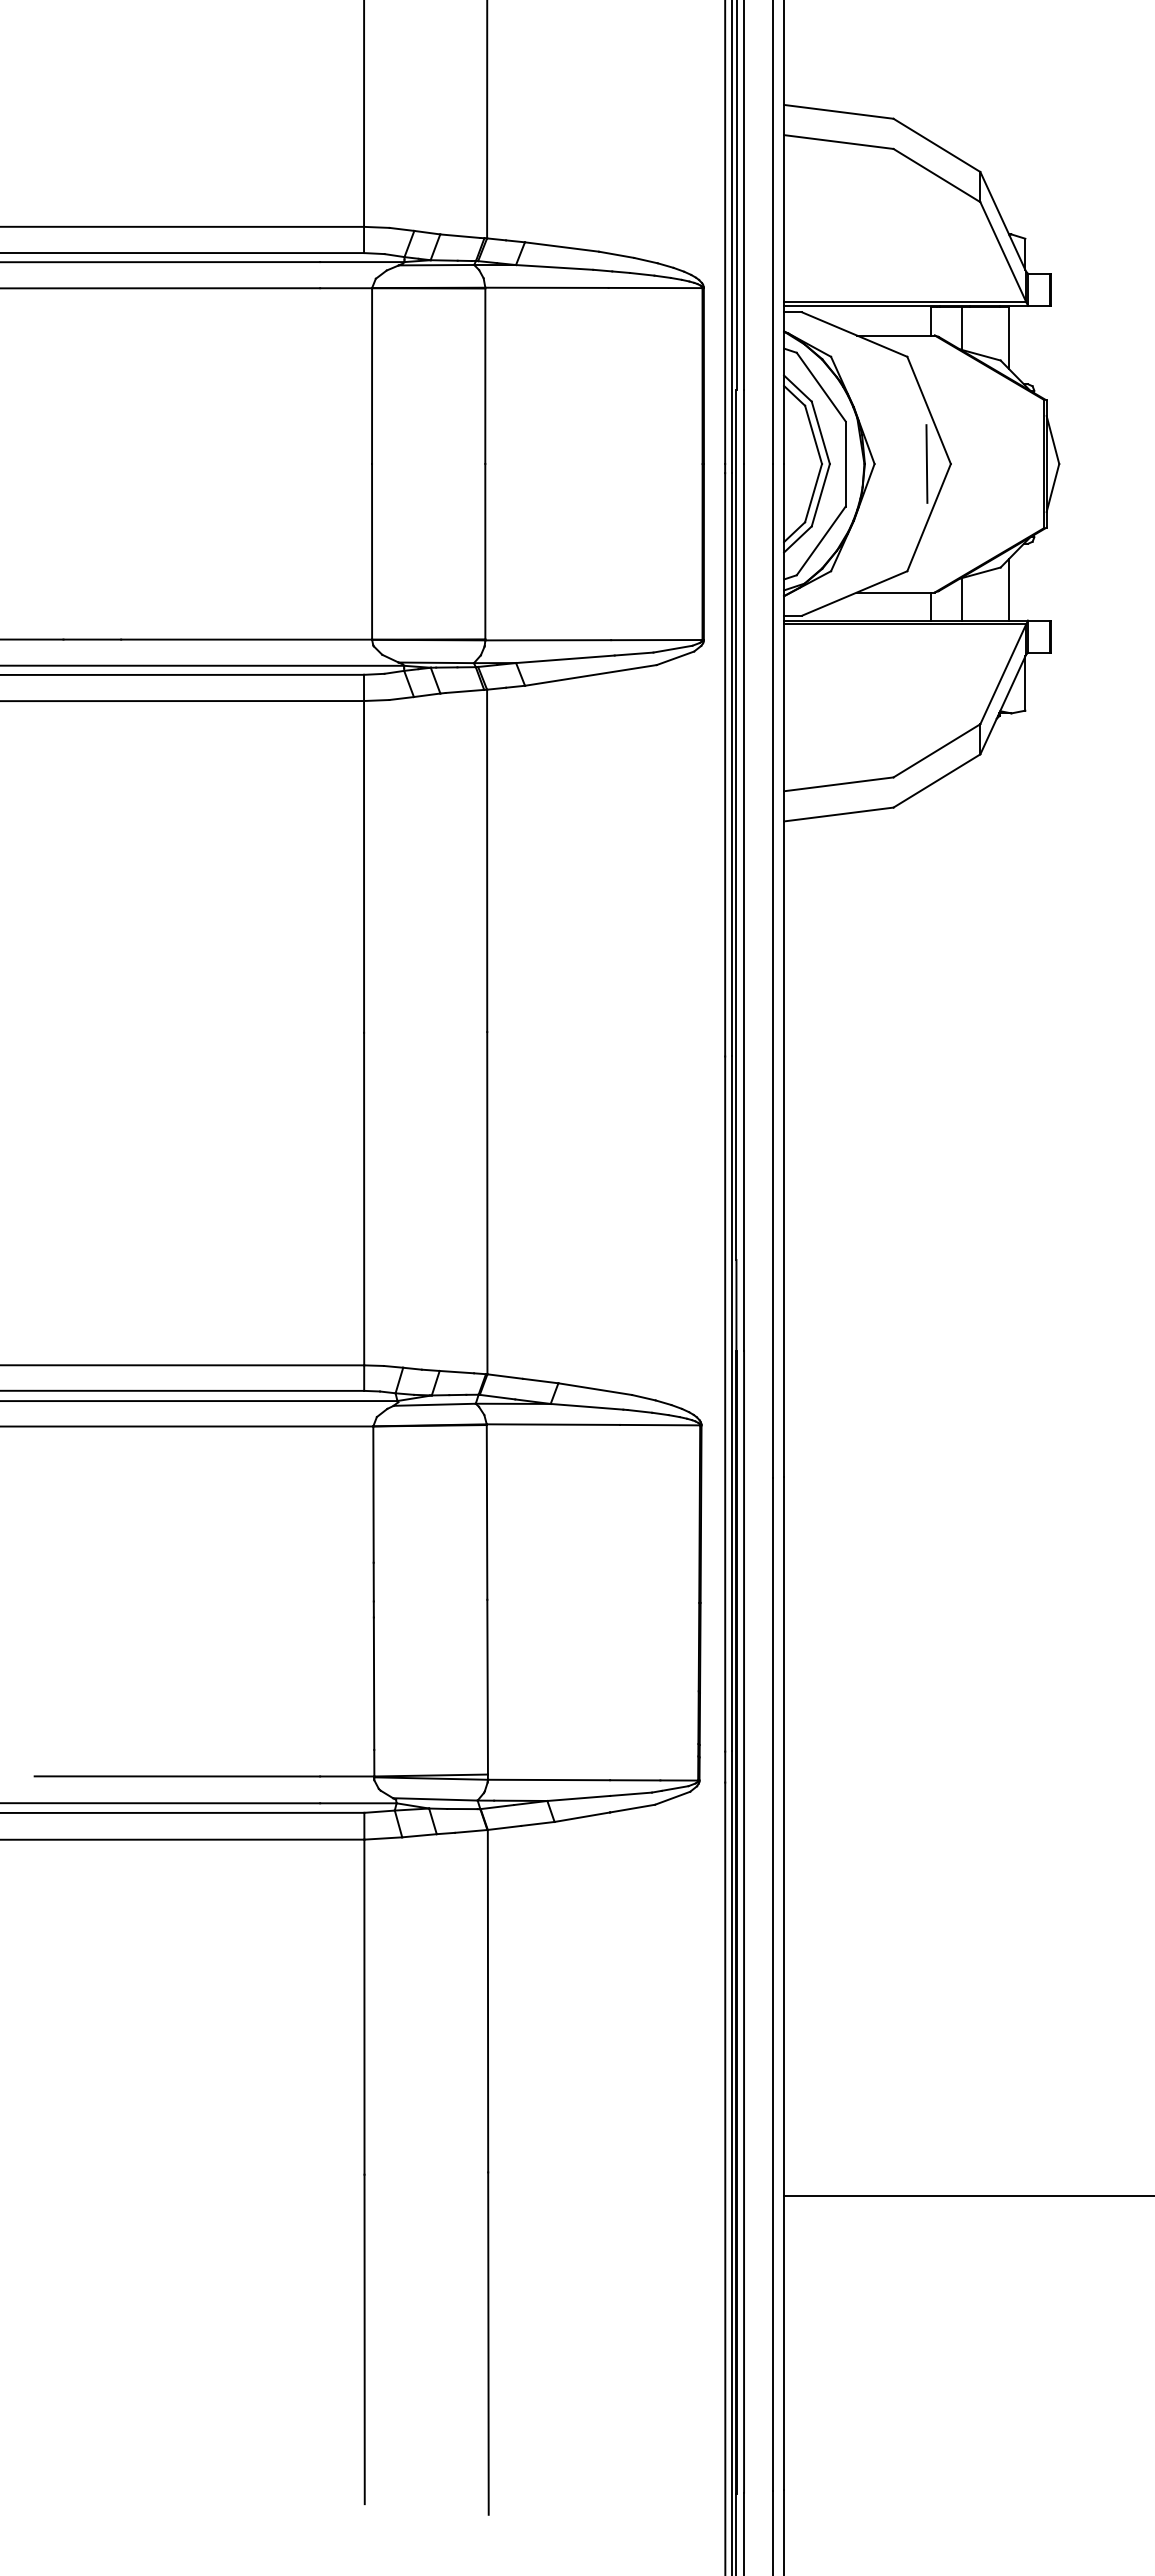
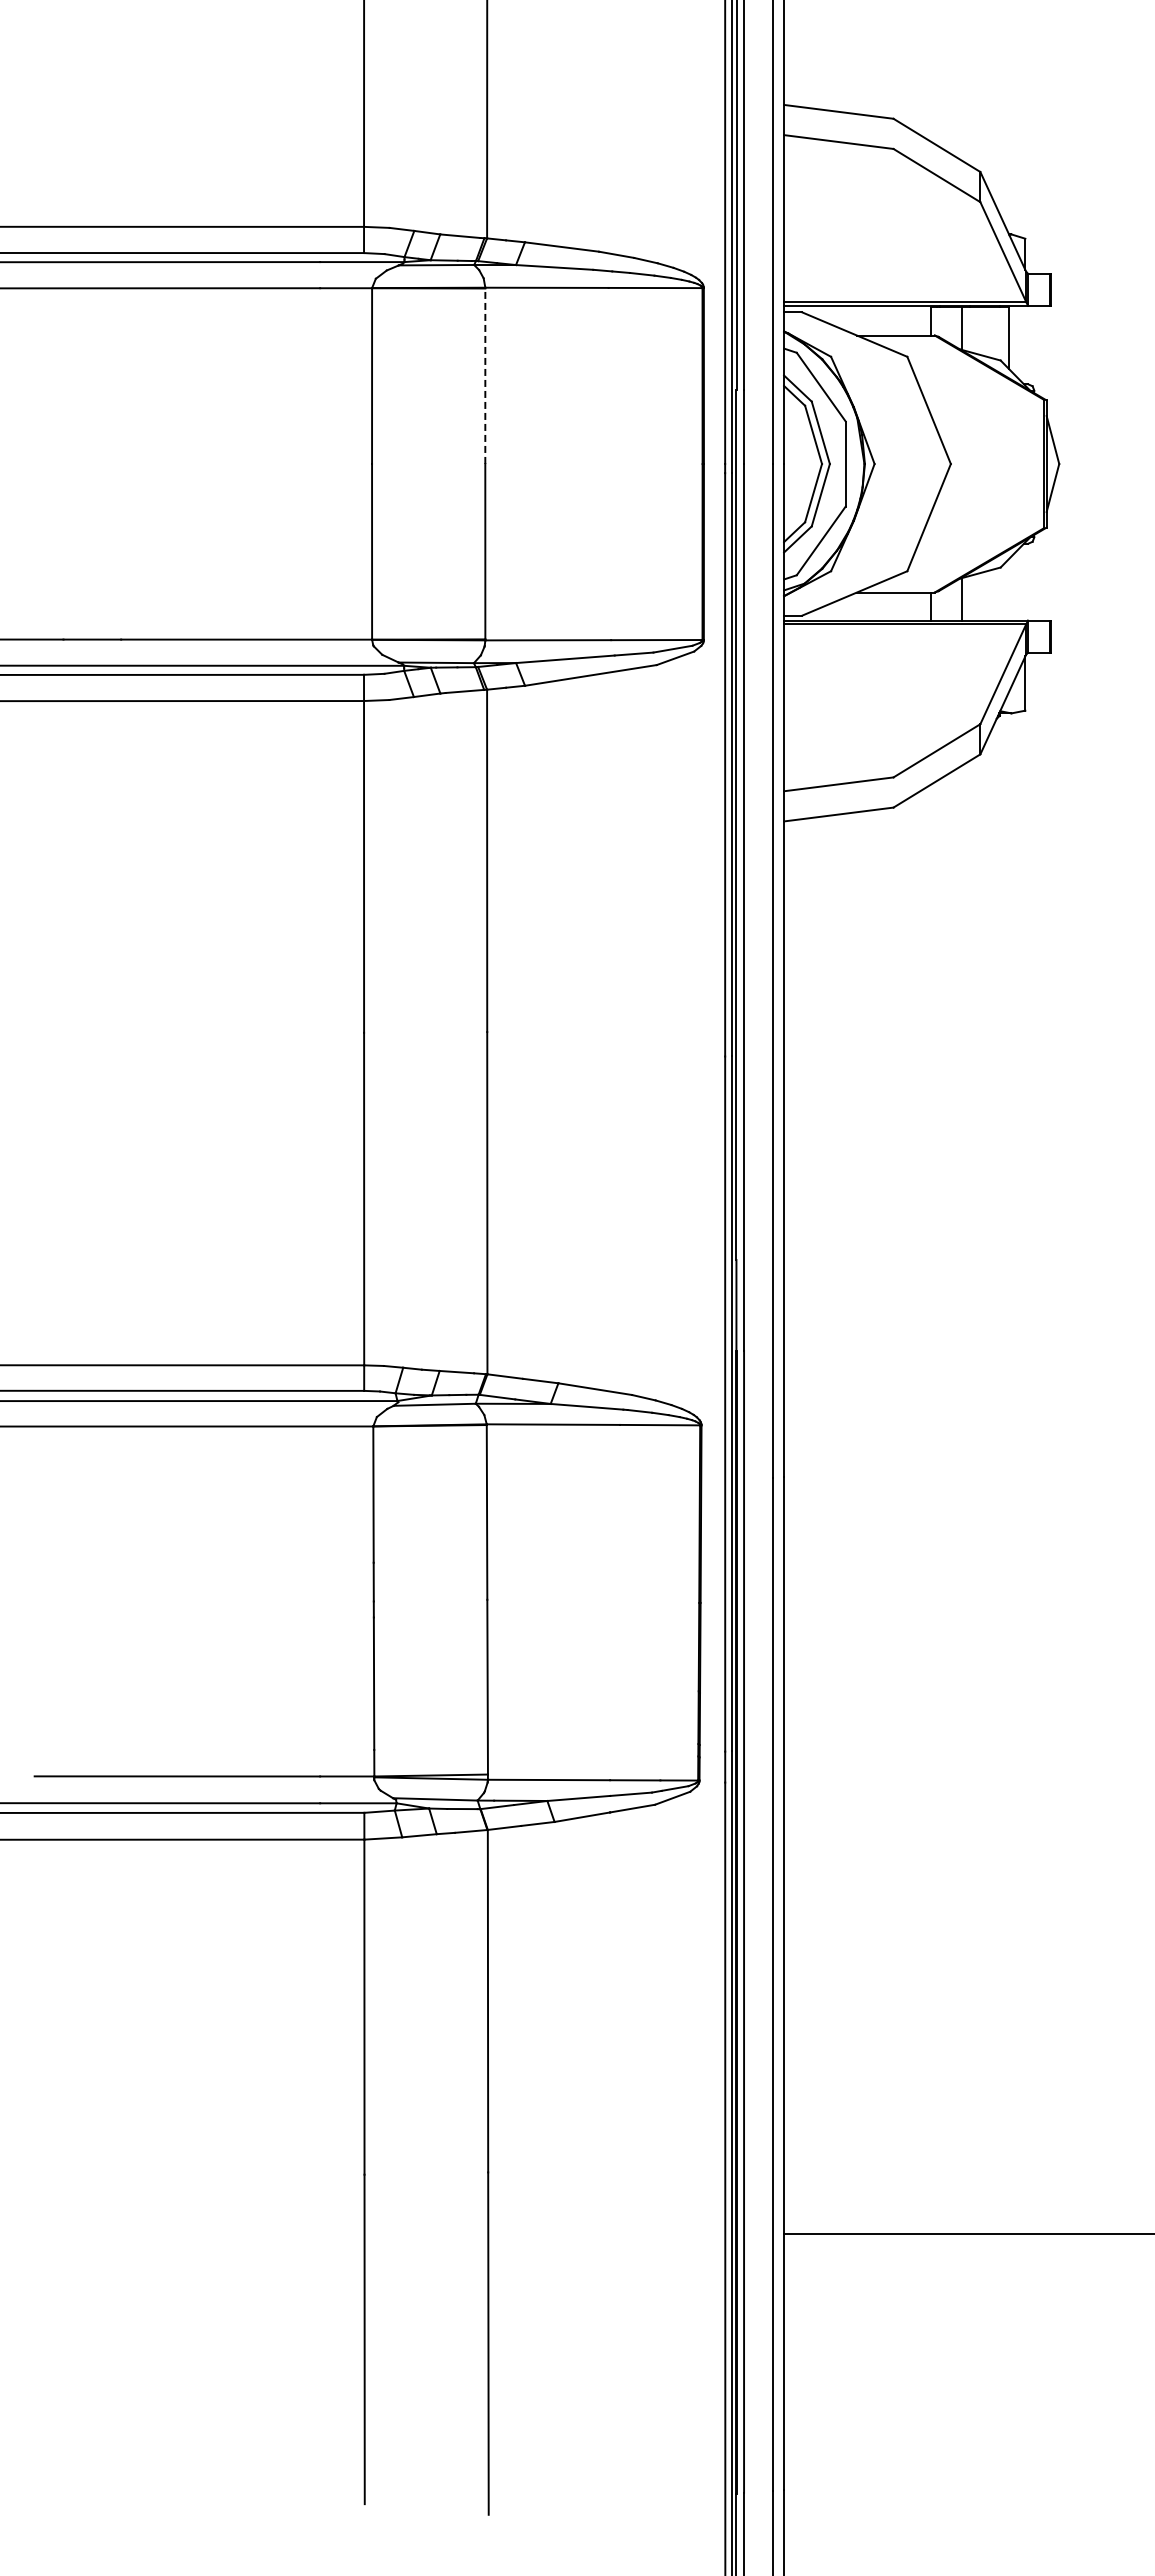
line at (485, 376): solid -> dashed
line at (926, 463): present -> none
line at (1008, 589): present -> none
line at (967, 2196) position: (967, 2196) -> (967, 2234)
